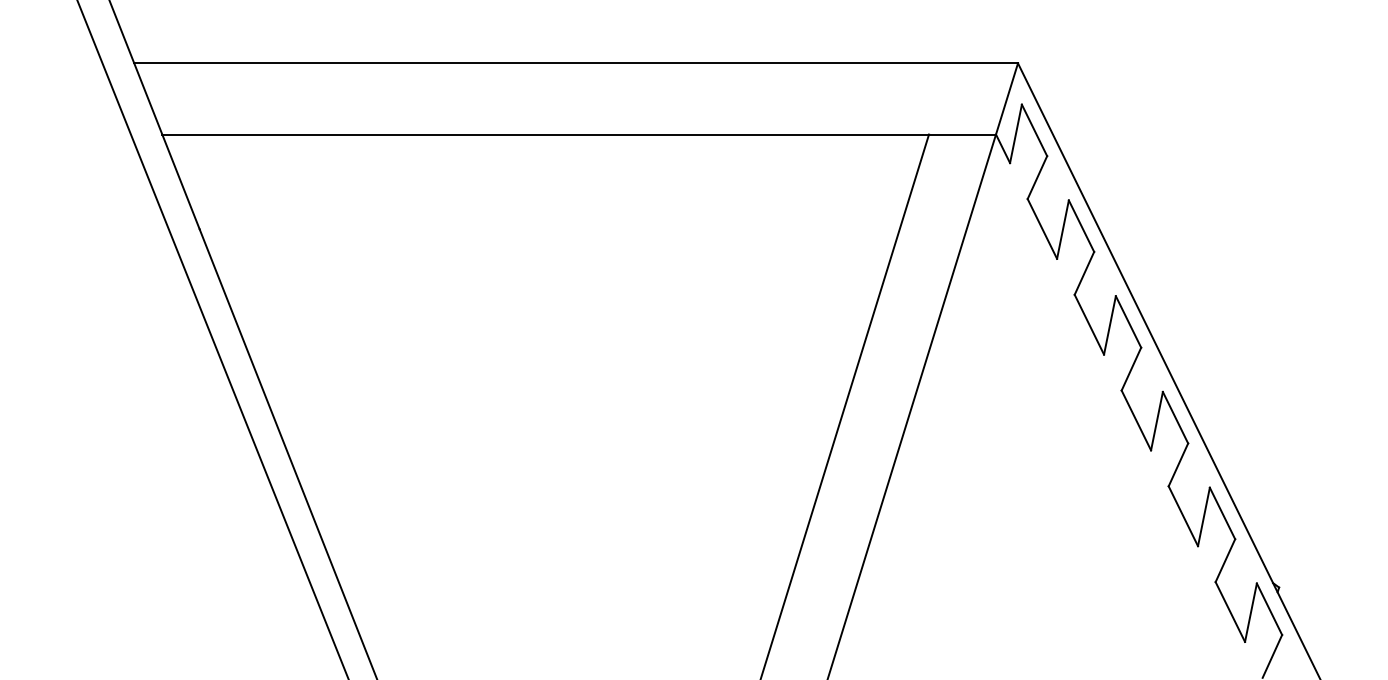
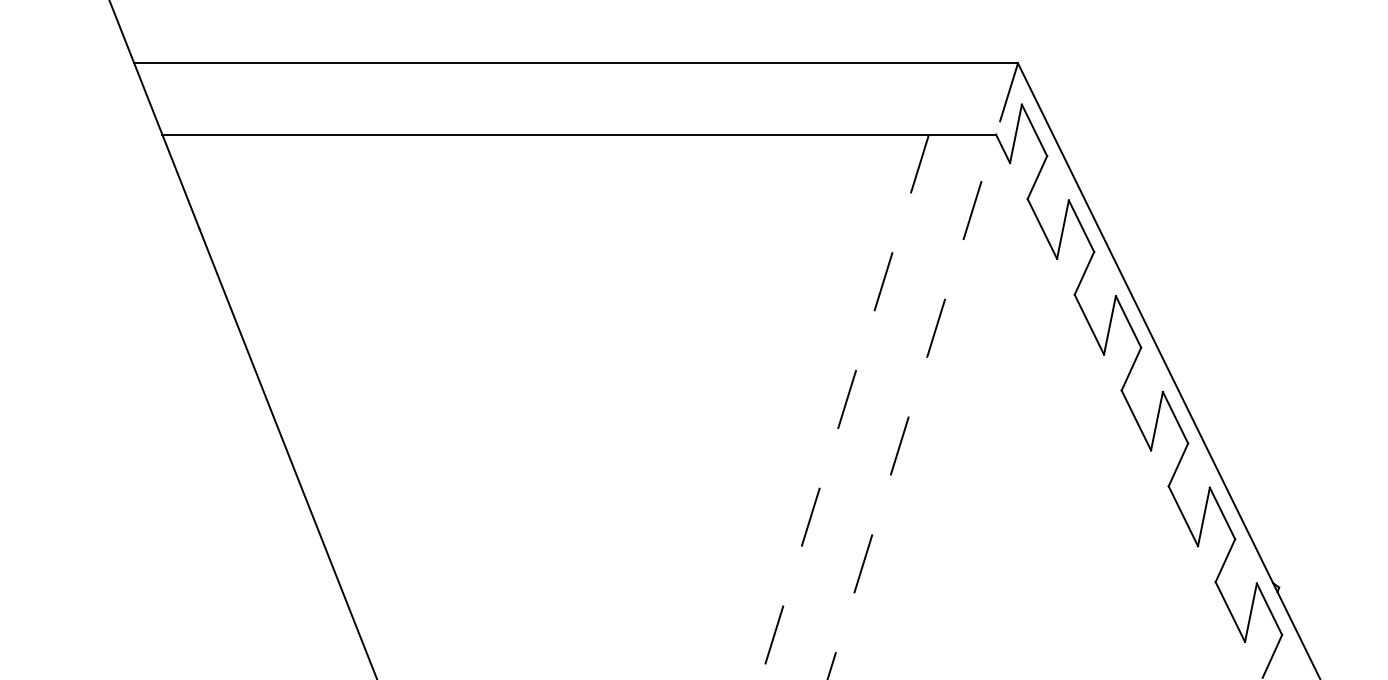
line at (212, 339): present -> none
line at (922, 371): solid -> dashed
line at (844, 407): solid -> dashed
